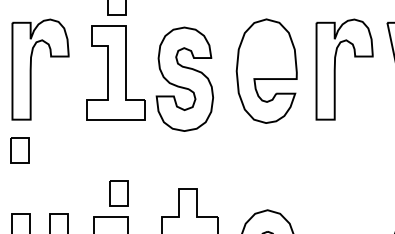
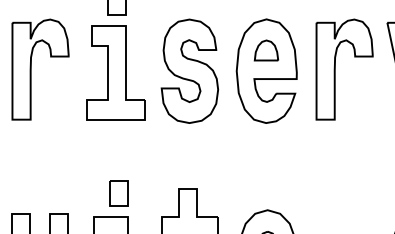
part at (266, 50): none -> present
part at (184, 78) position: (184, 78) -> (189, 70)
part at (19, 150): present -> none
